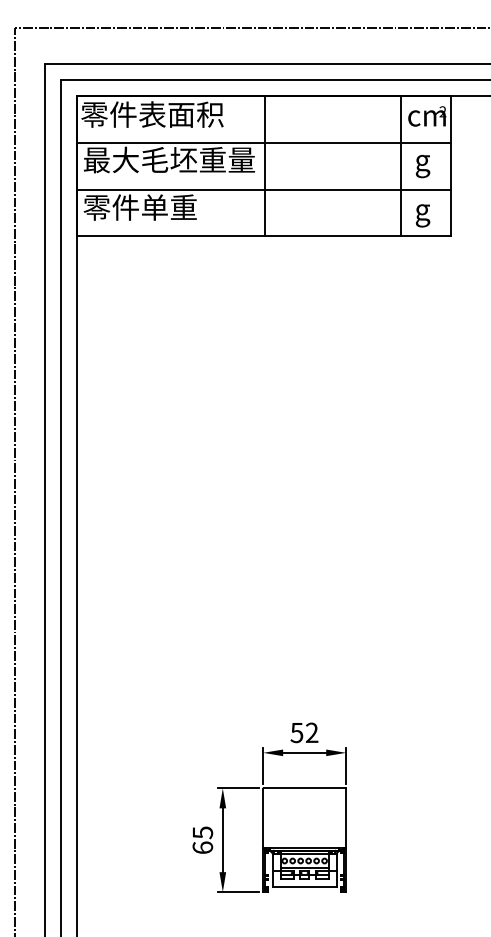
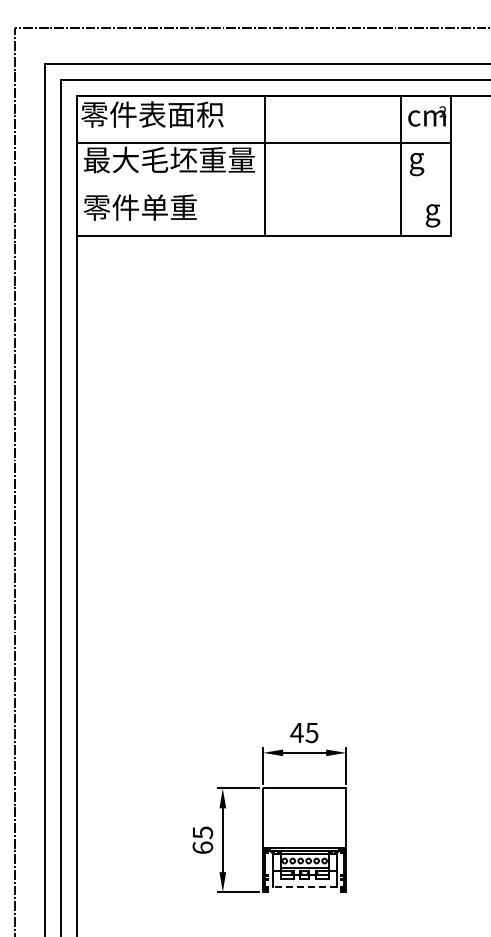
text at (423, 166) position: (423, 166) -> (417, 164)
line at (264, 189): present -> none
text at (422, 215) position: (422, 215) -> (432, 215)
text at (304, 732): 52 -> 45
line at (304, 887): solid -> dashed
